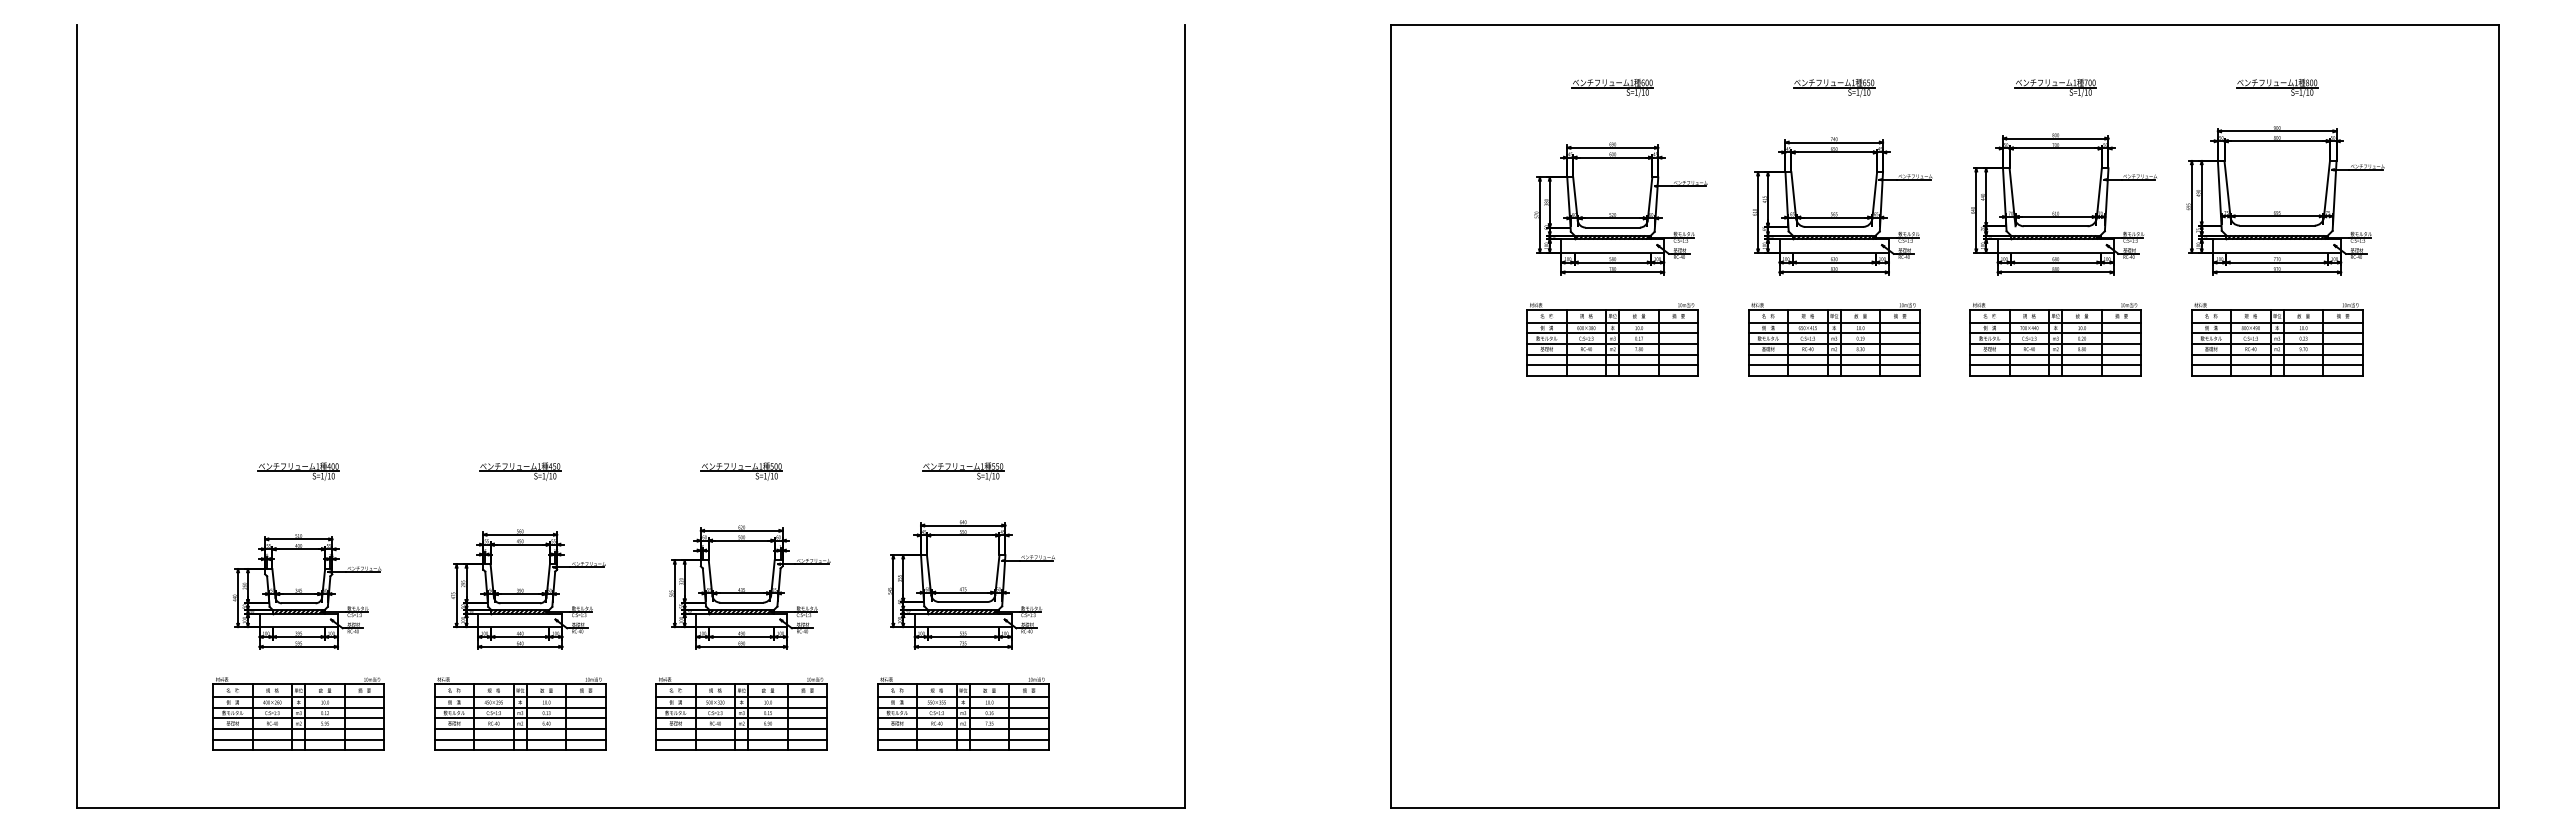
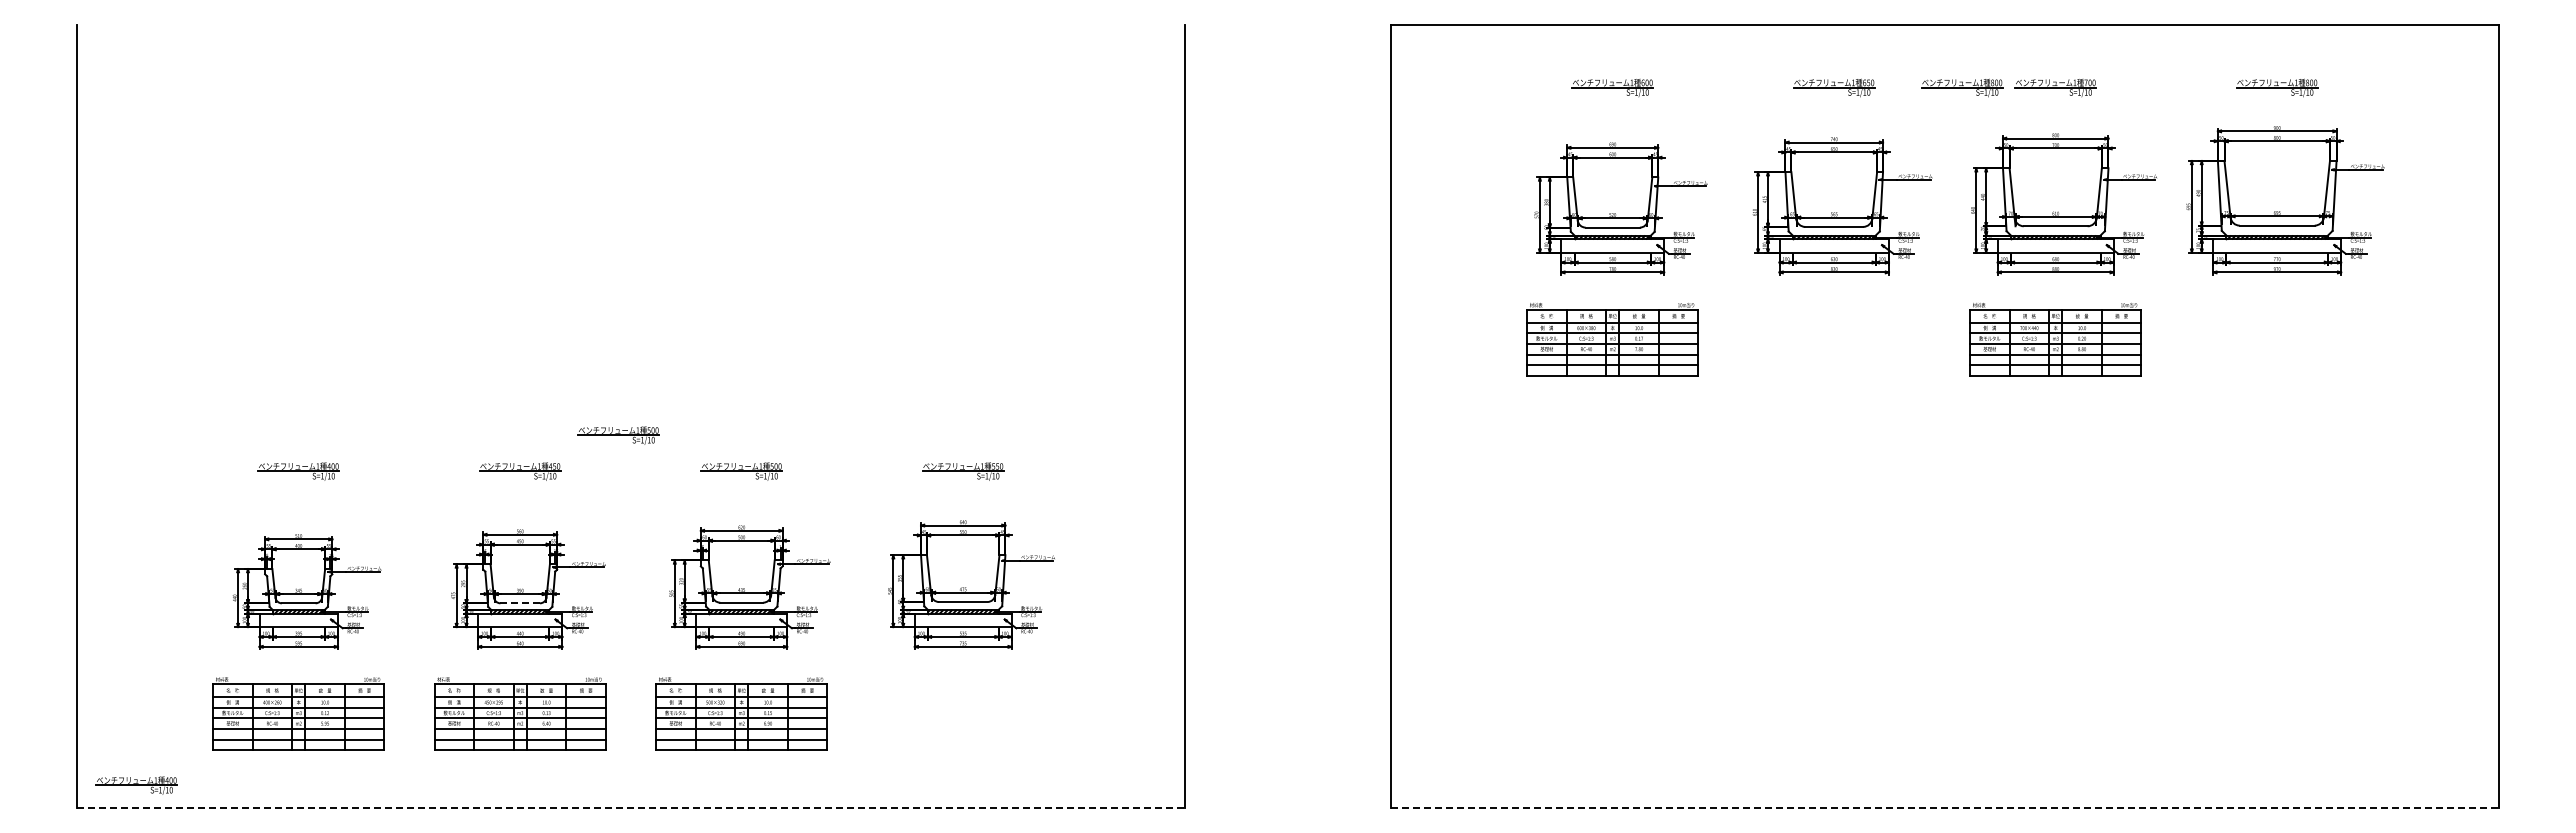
part at (1962, 87): none -> present
part at (1834, 339): present -> none
part at (2277, 339): present -> none
part at (618, 435): none -> present
line at (520, 603): solid -> dashed
part at (963, 713): present -> none
part at (136, 785): none -> present
line at (631, 808): solid -> dashed
line at (1944, 808): solid -> dashed
